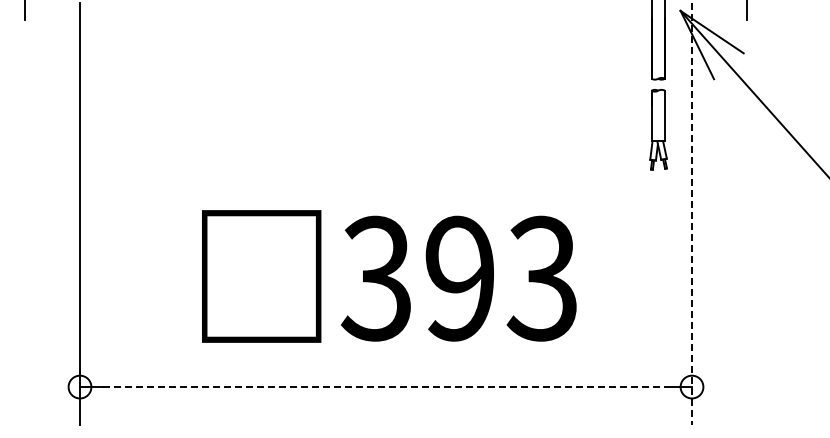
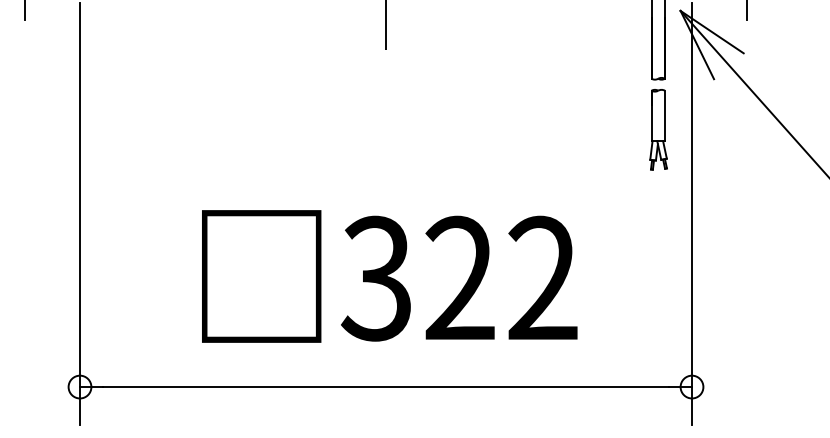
line at (386, 26): none -> present
line at (692, 214): dashed -> solid
text at (501, 278): 393 -> 322
line at (386, 387): dashed -> solid
